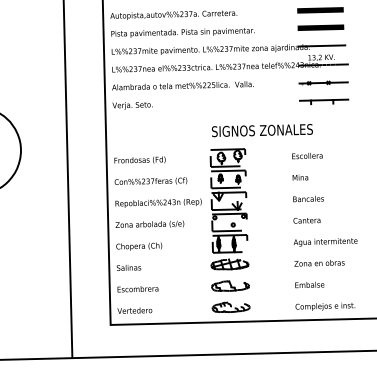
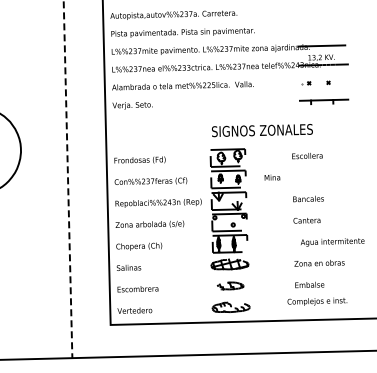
fill at (320, 10): present -> none
fill at (320, 27): present -> none
line at (323, 82): present -> none
text at (300, 177) position: (300, 177) -> (272, 177)
line at (68, 179): solid -> dashed
text at (325, 242) position: (325, 242) -> (332, 242)
part at (230, 285) size: 39x12 px -> 29x10 px
text at (325, 306) position: (325, 306) -> (317, 301)
